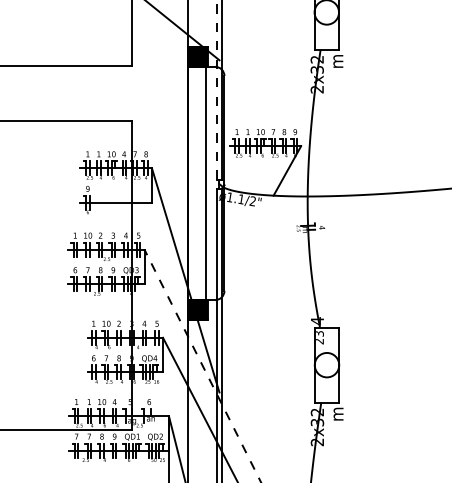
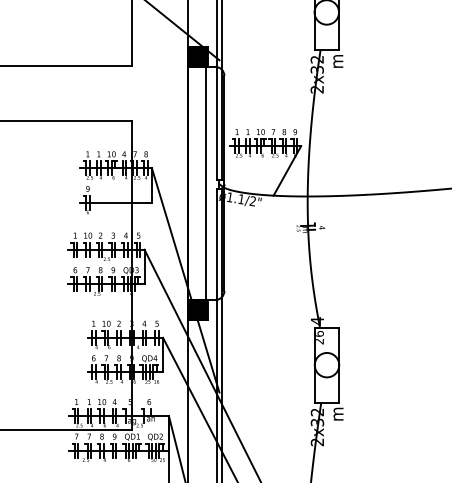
line at (217, 89): dashed -> solid
text at (319, 333): 23 -> 26
line at (202, 365): dashed -> solid
